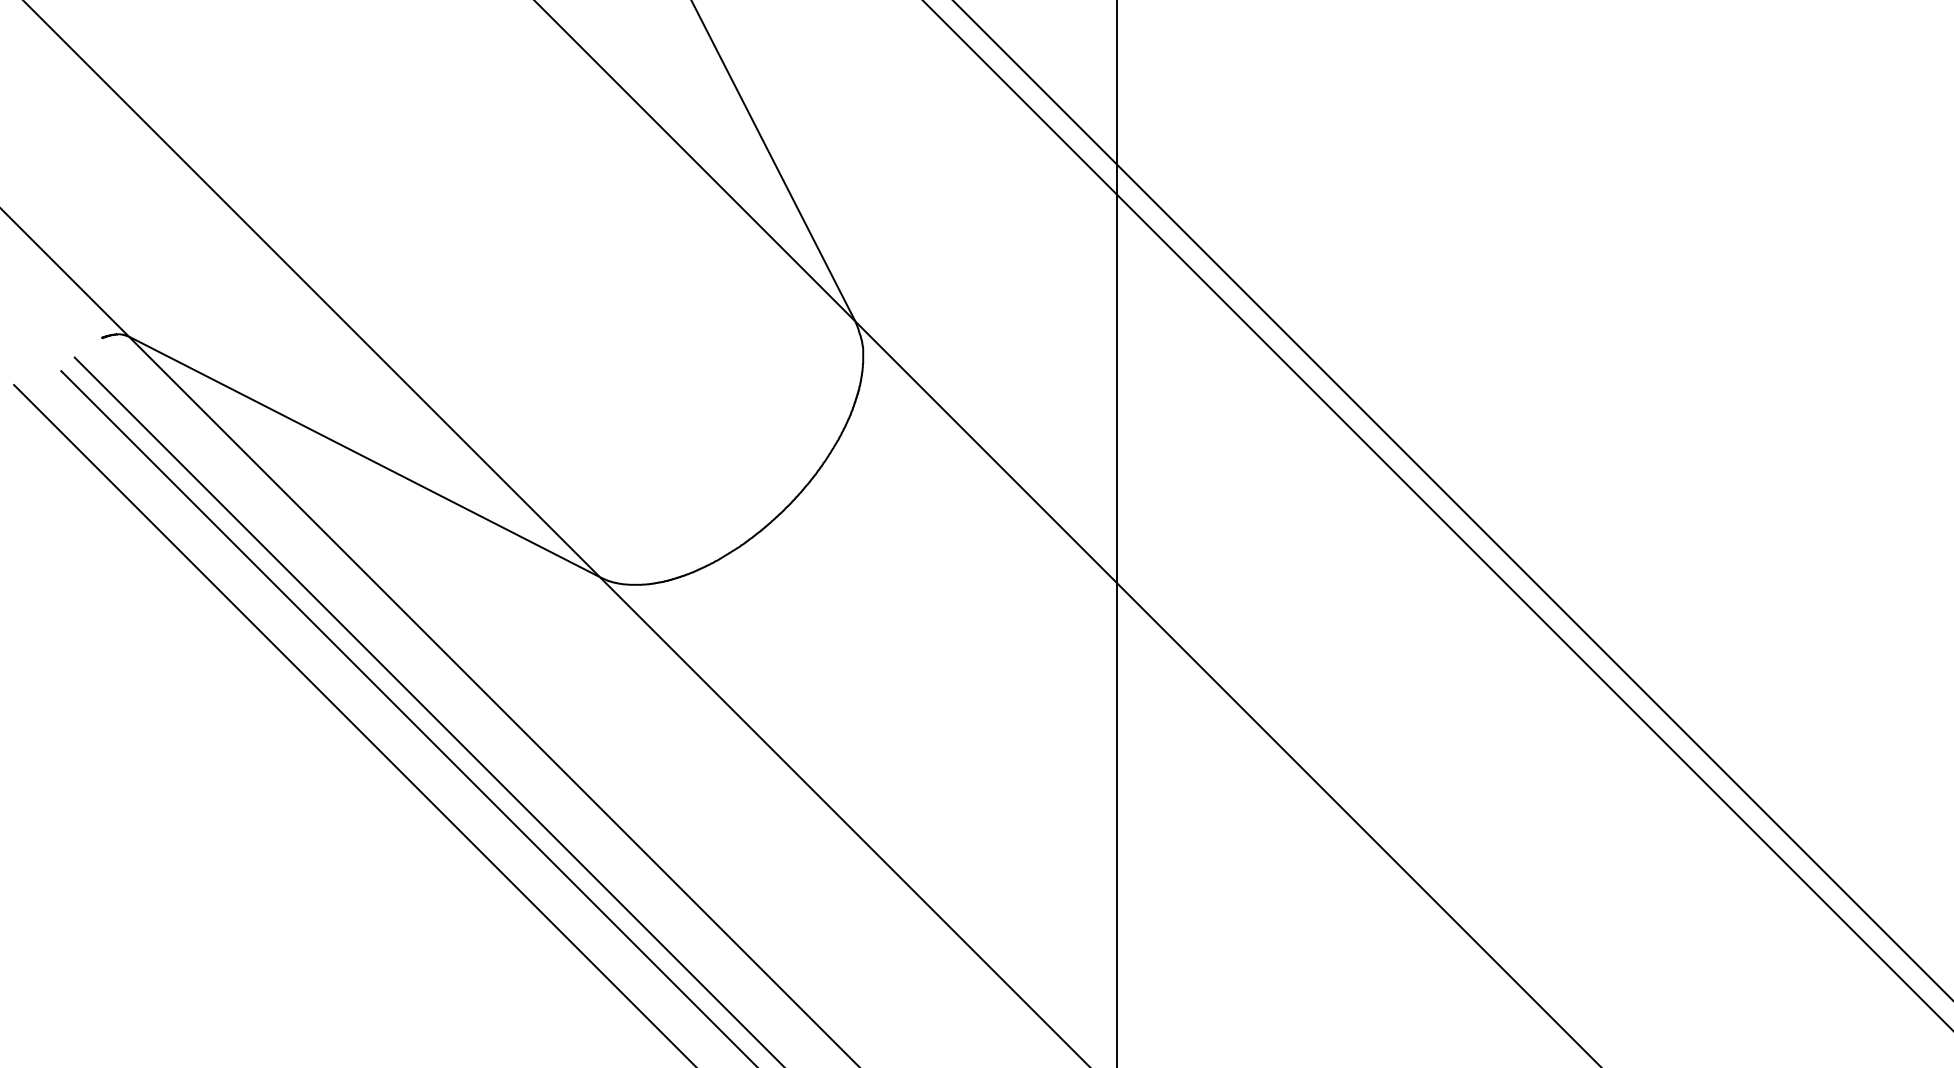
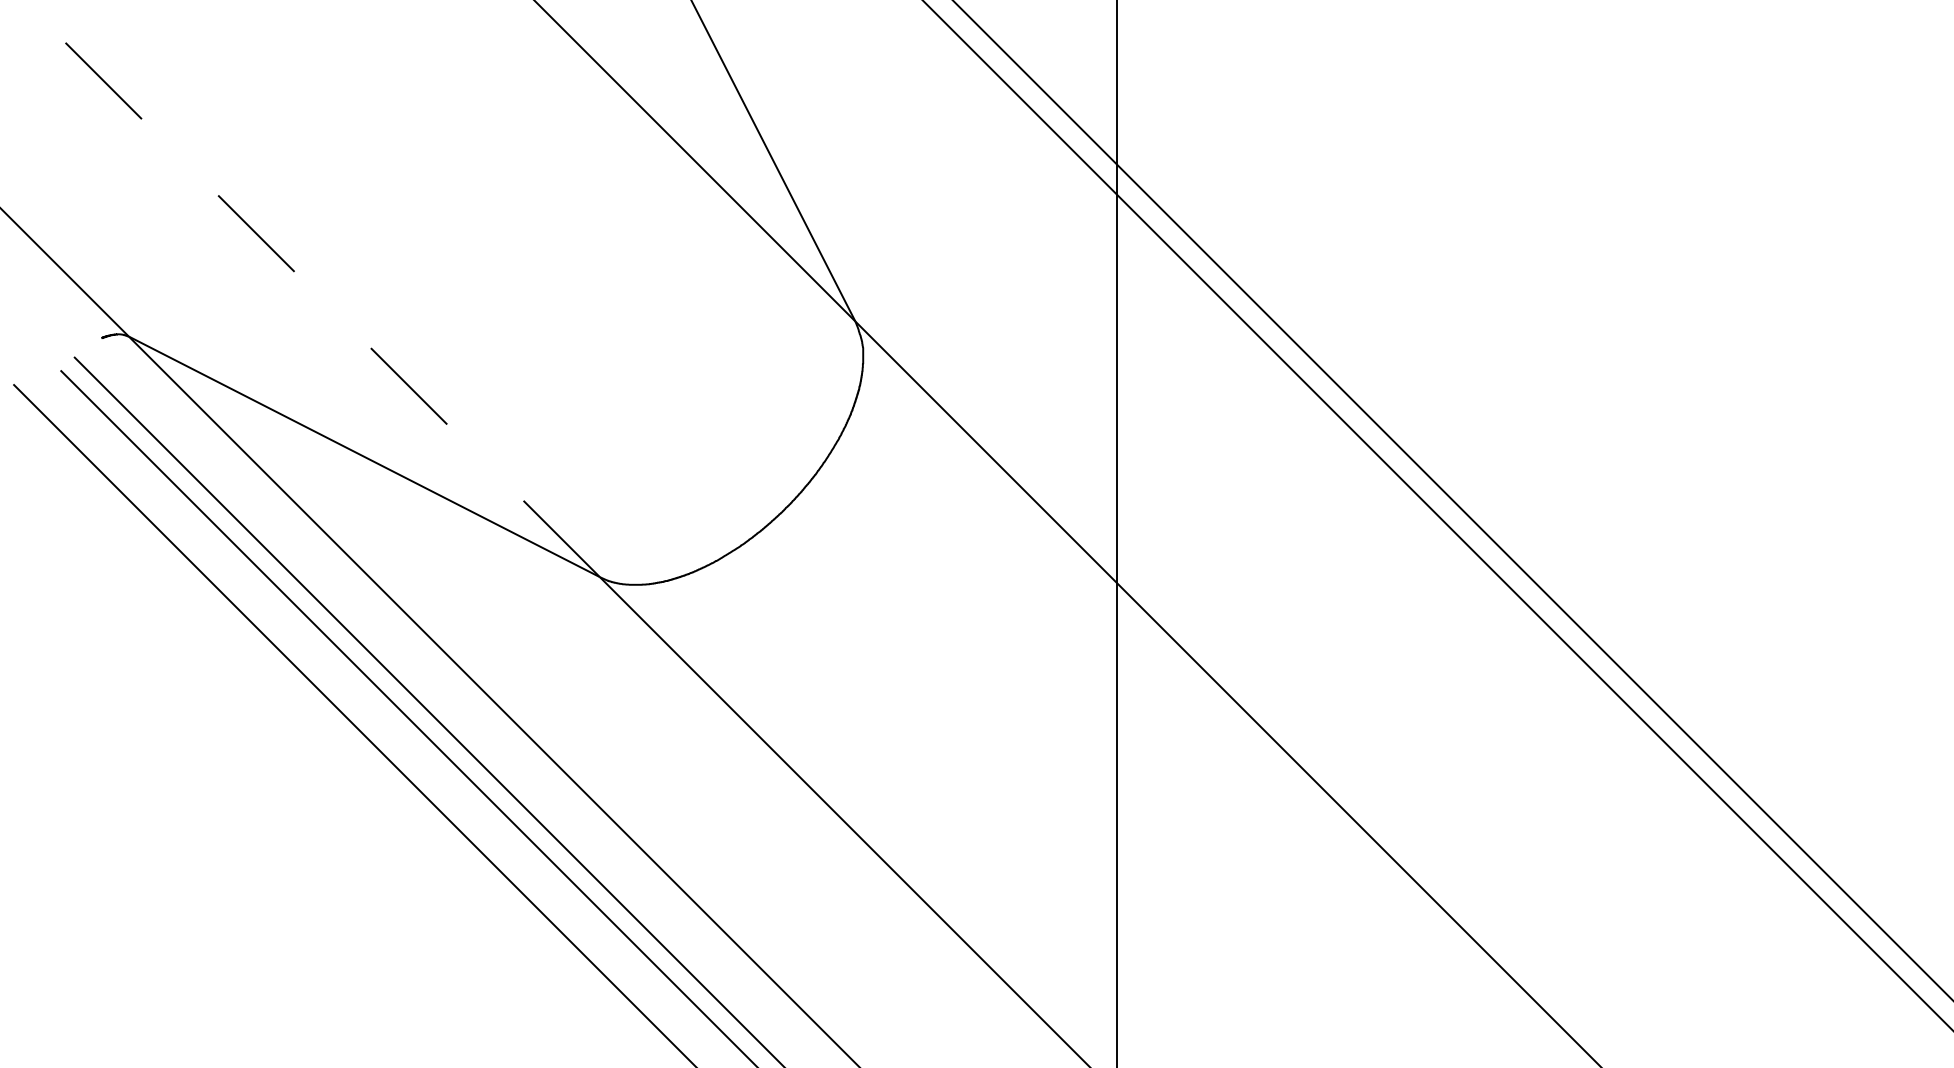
line at (311, 288): solid -> dashed
